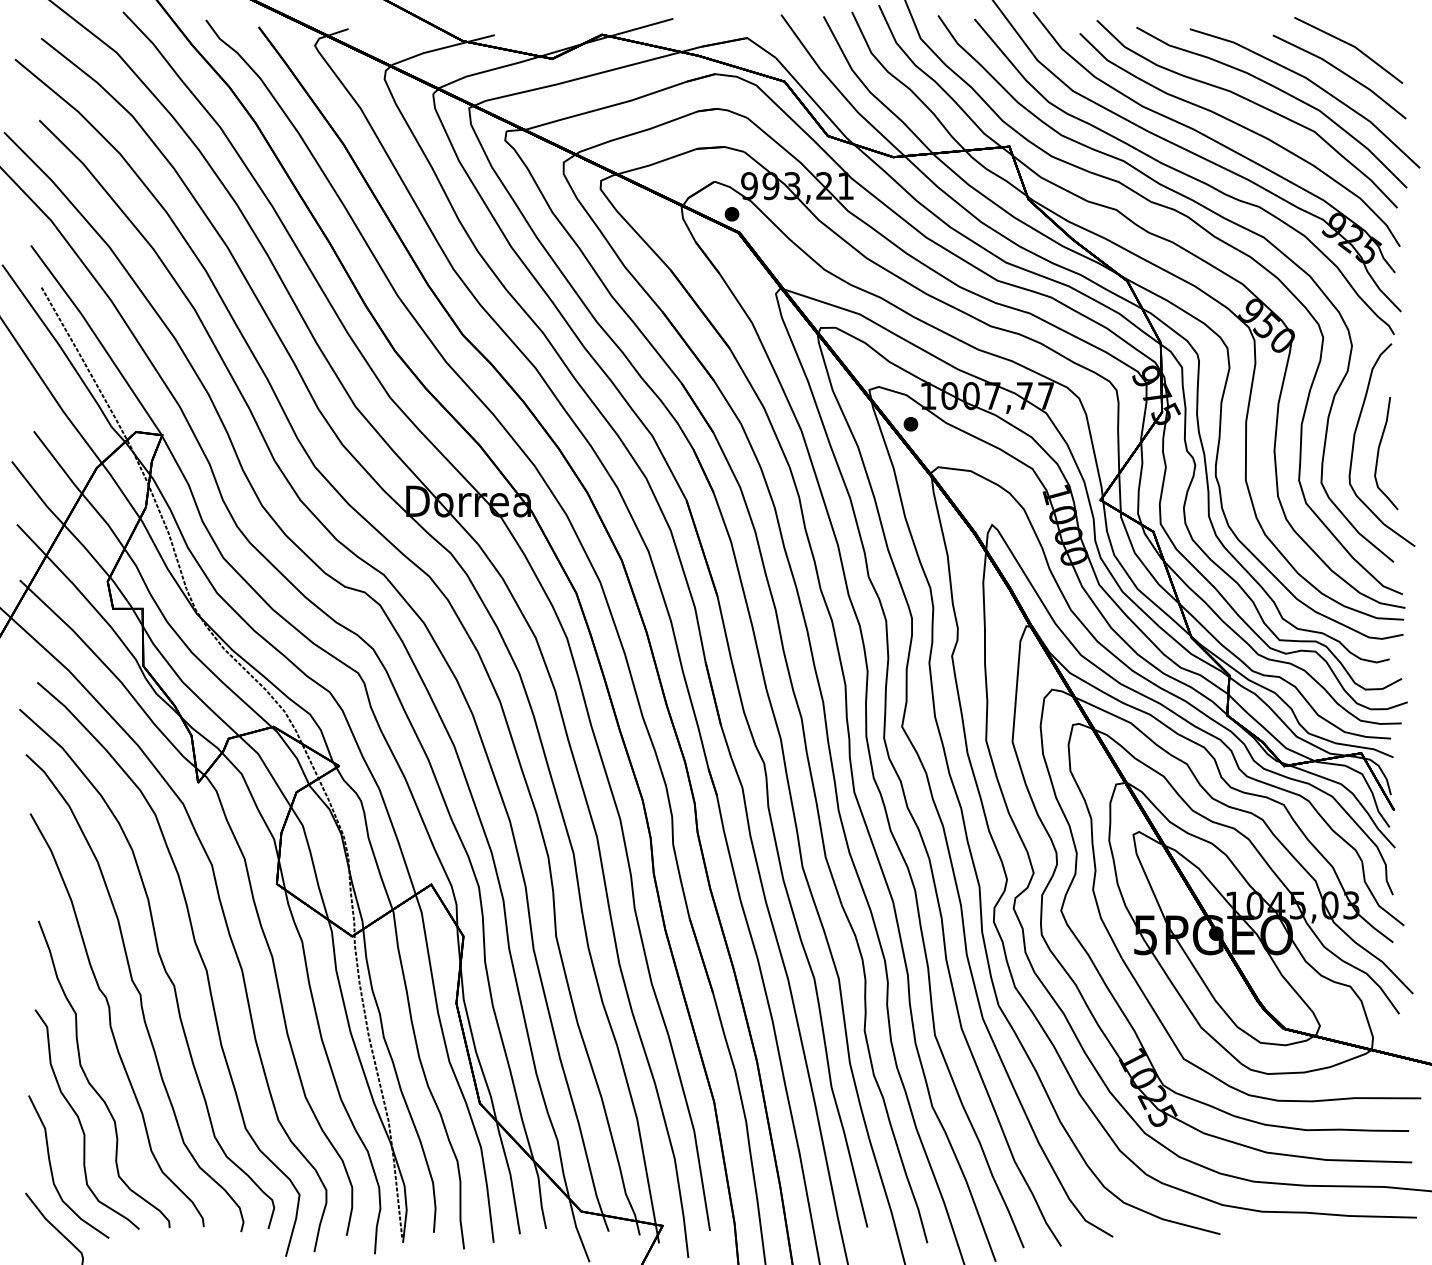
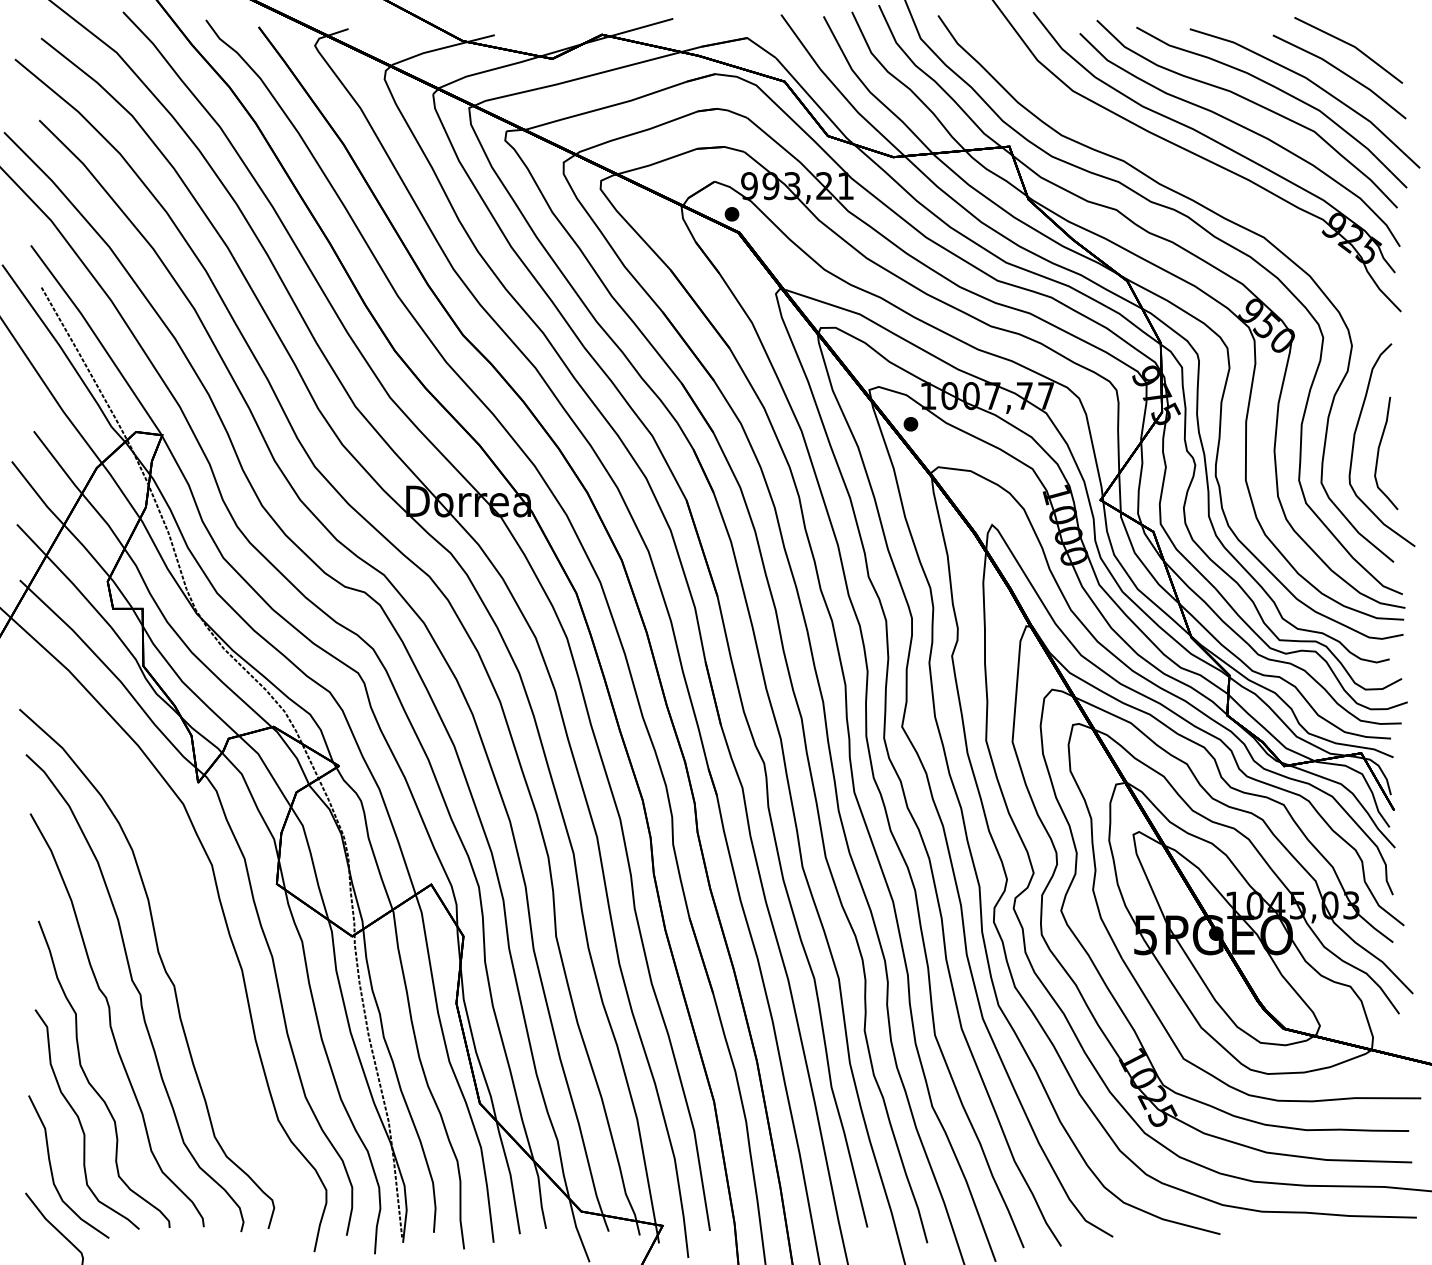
curve at (1185, 175): present -> none
curve at (200, 958): present -> none
